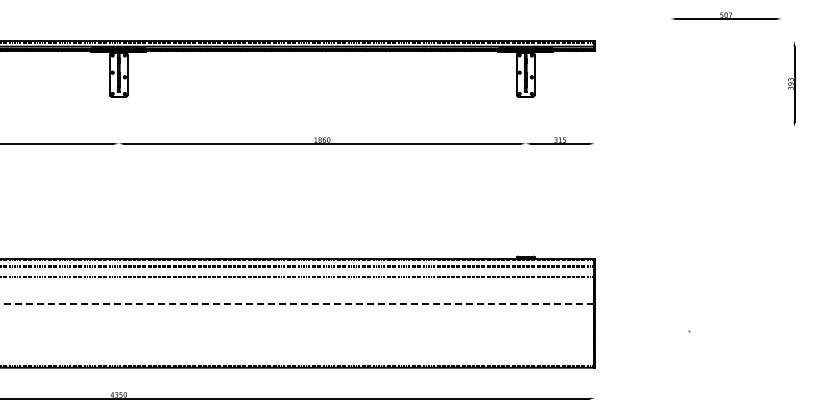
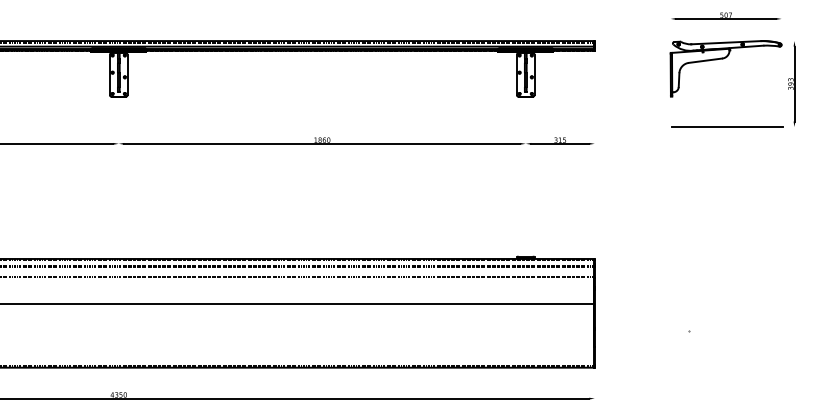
part at (723, 59): none -> present
line at (727, 127): none -> present
line at (296, 304): dashed -> solid
